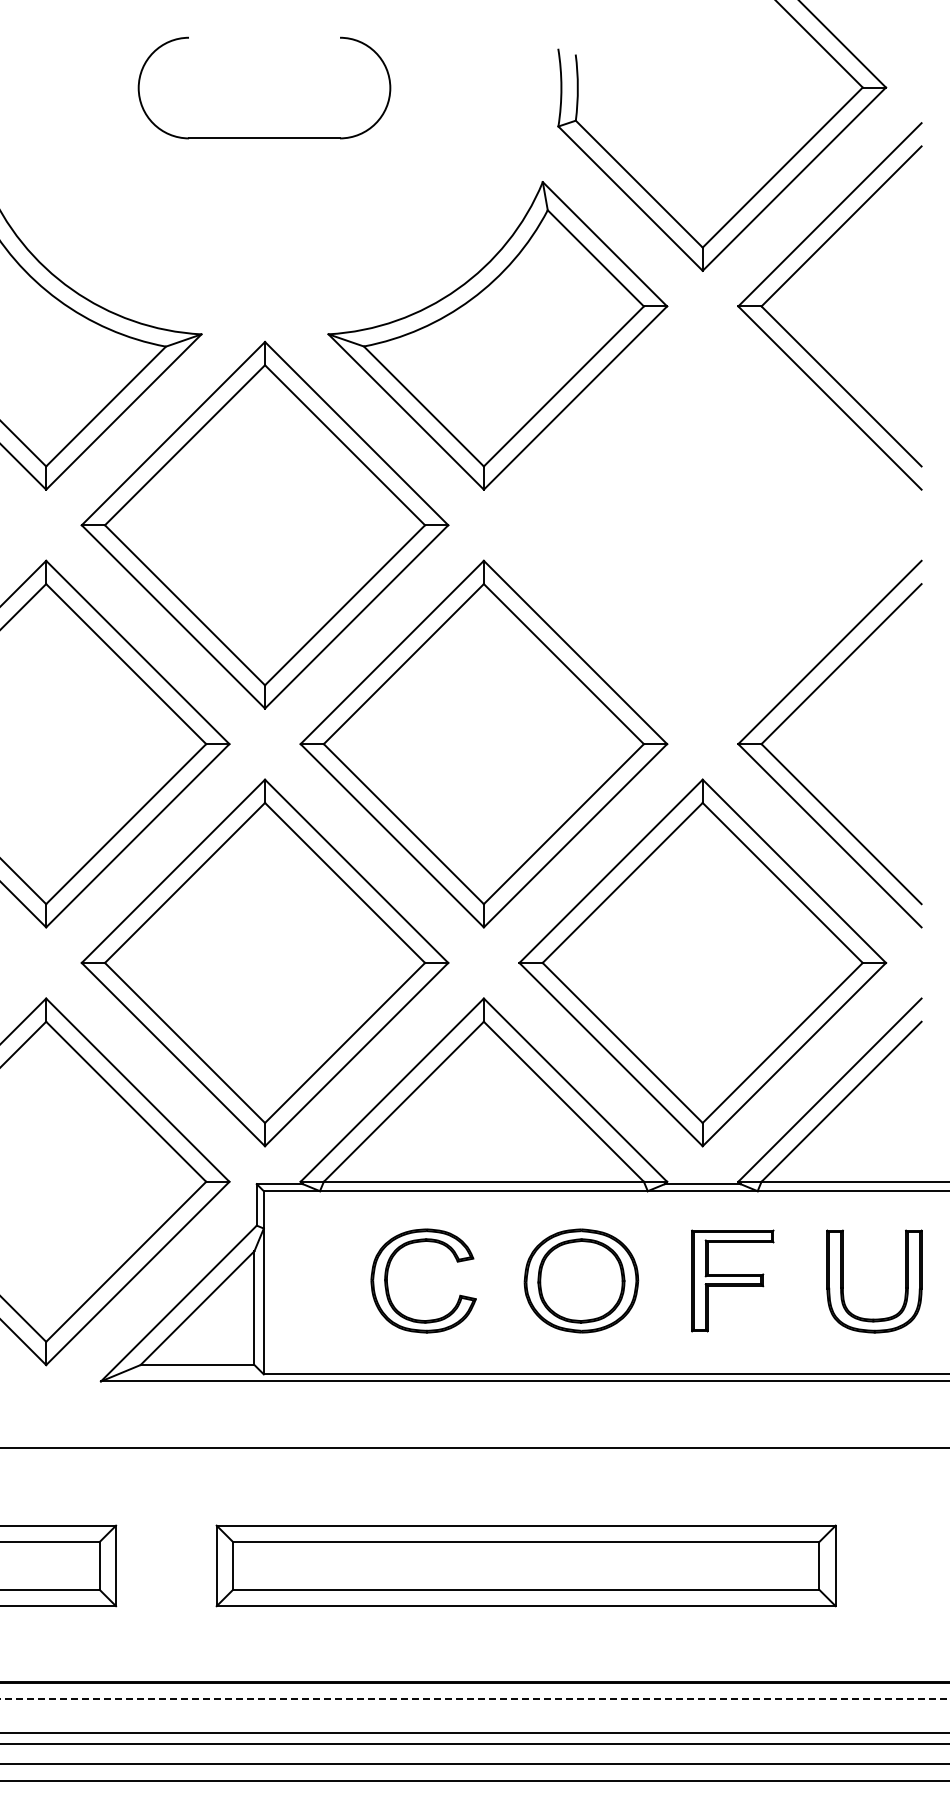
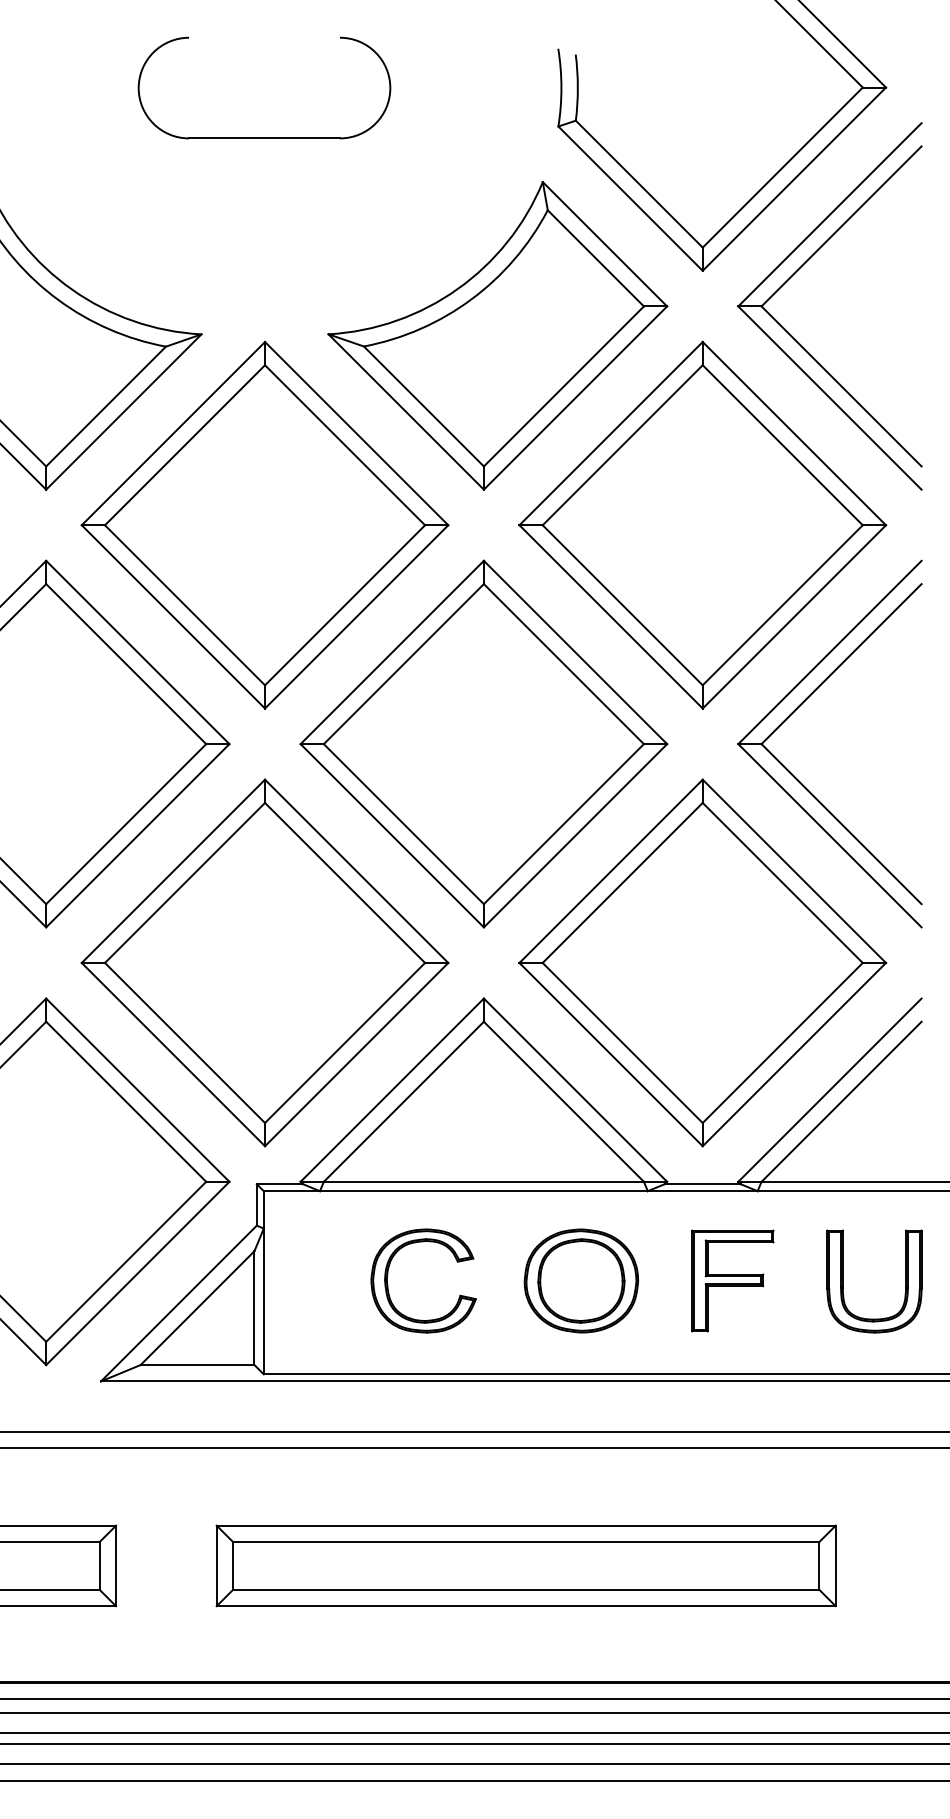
part at (702, 524): none -> present
line at (474, 1431): none -> present
line at (474, 1699): dashed -> solid
line at (474, 1713): none -> present
